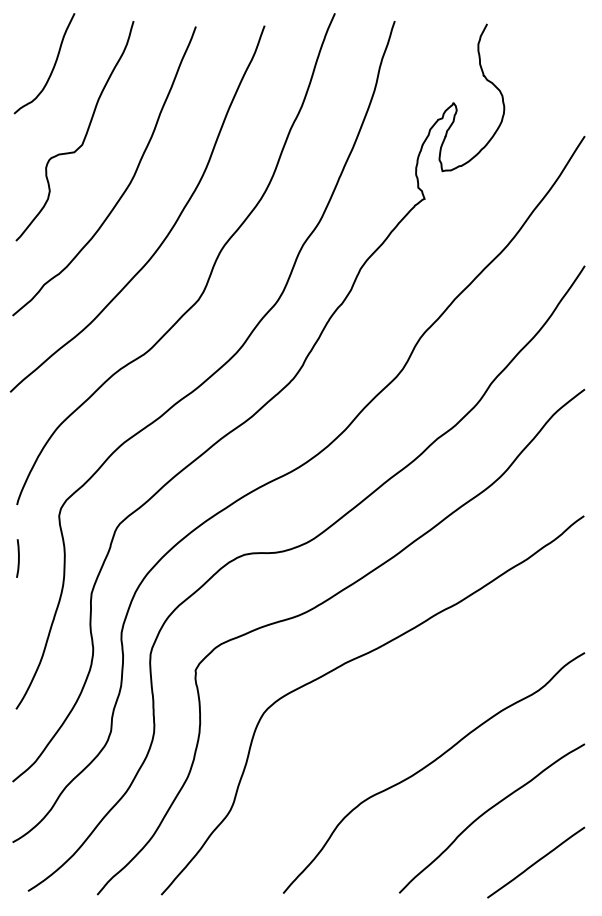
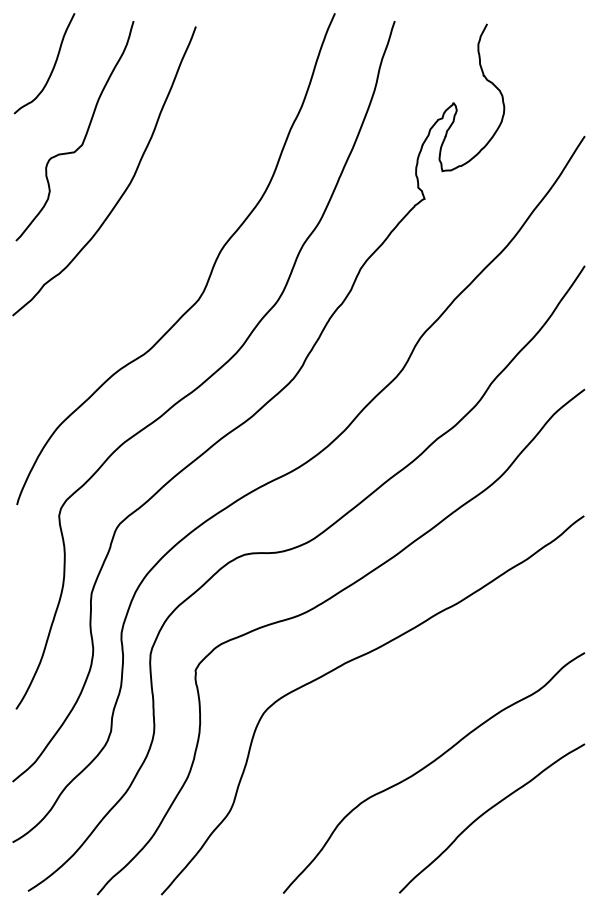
curve at (169, 230): present -> none
curve at (18, 558): present -> none
line at (536, 862): present -> none
